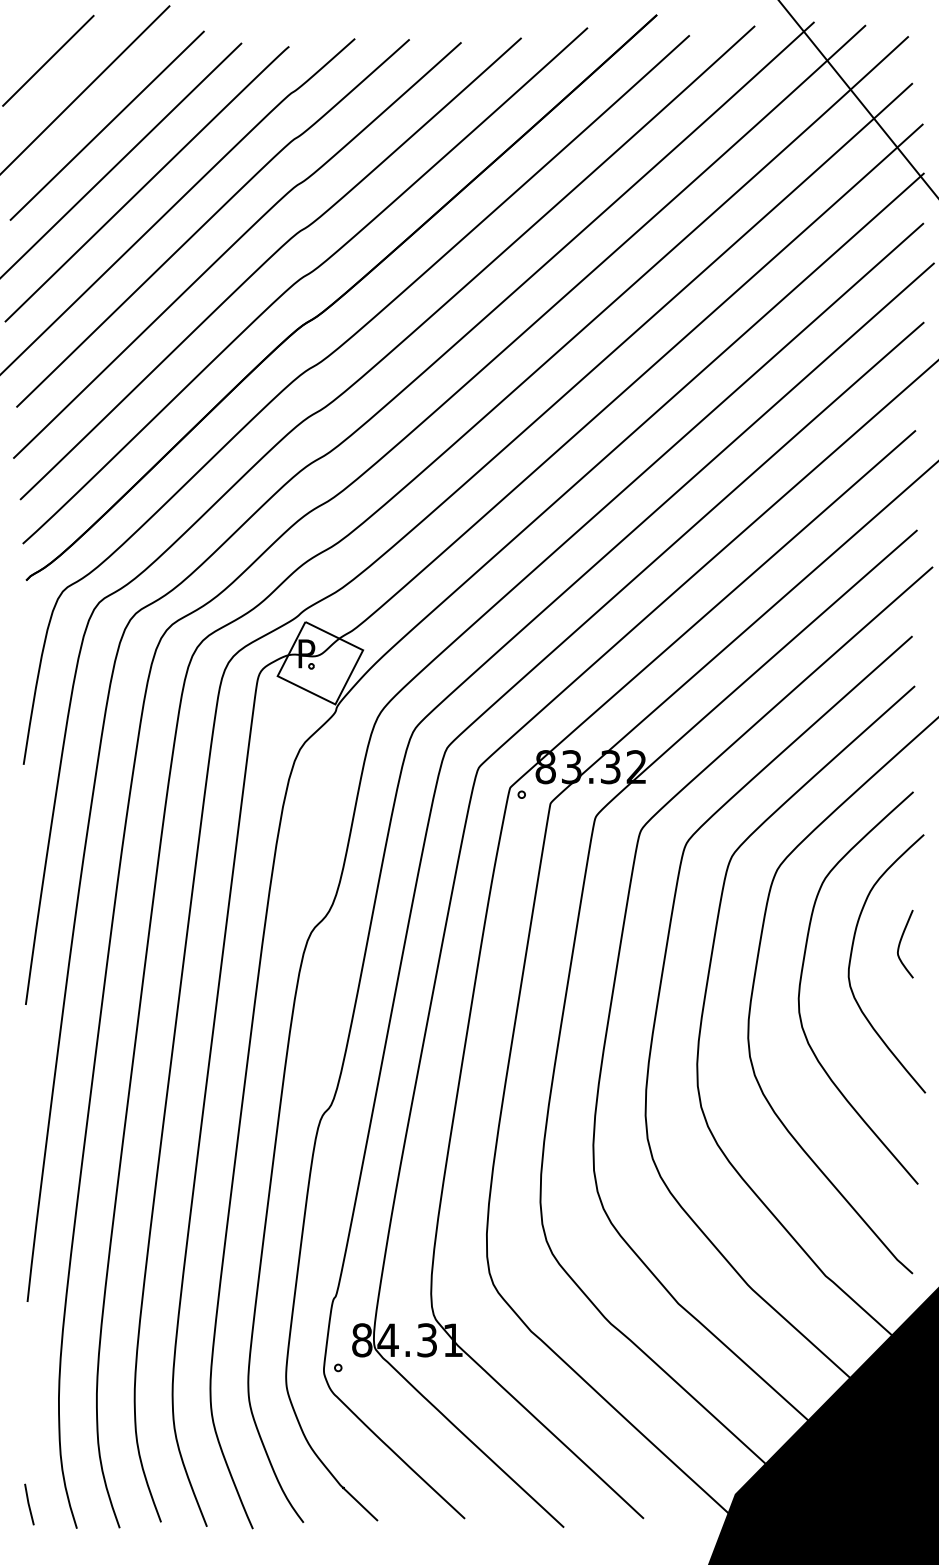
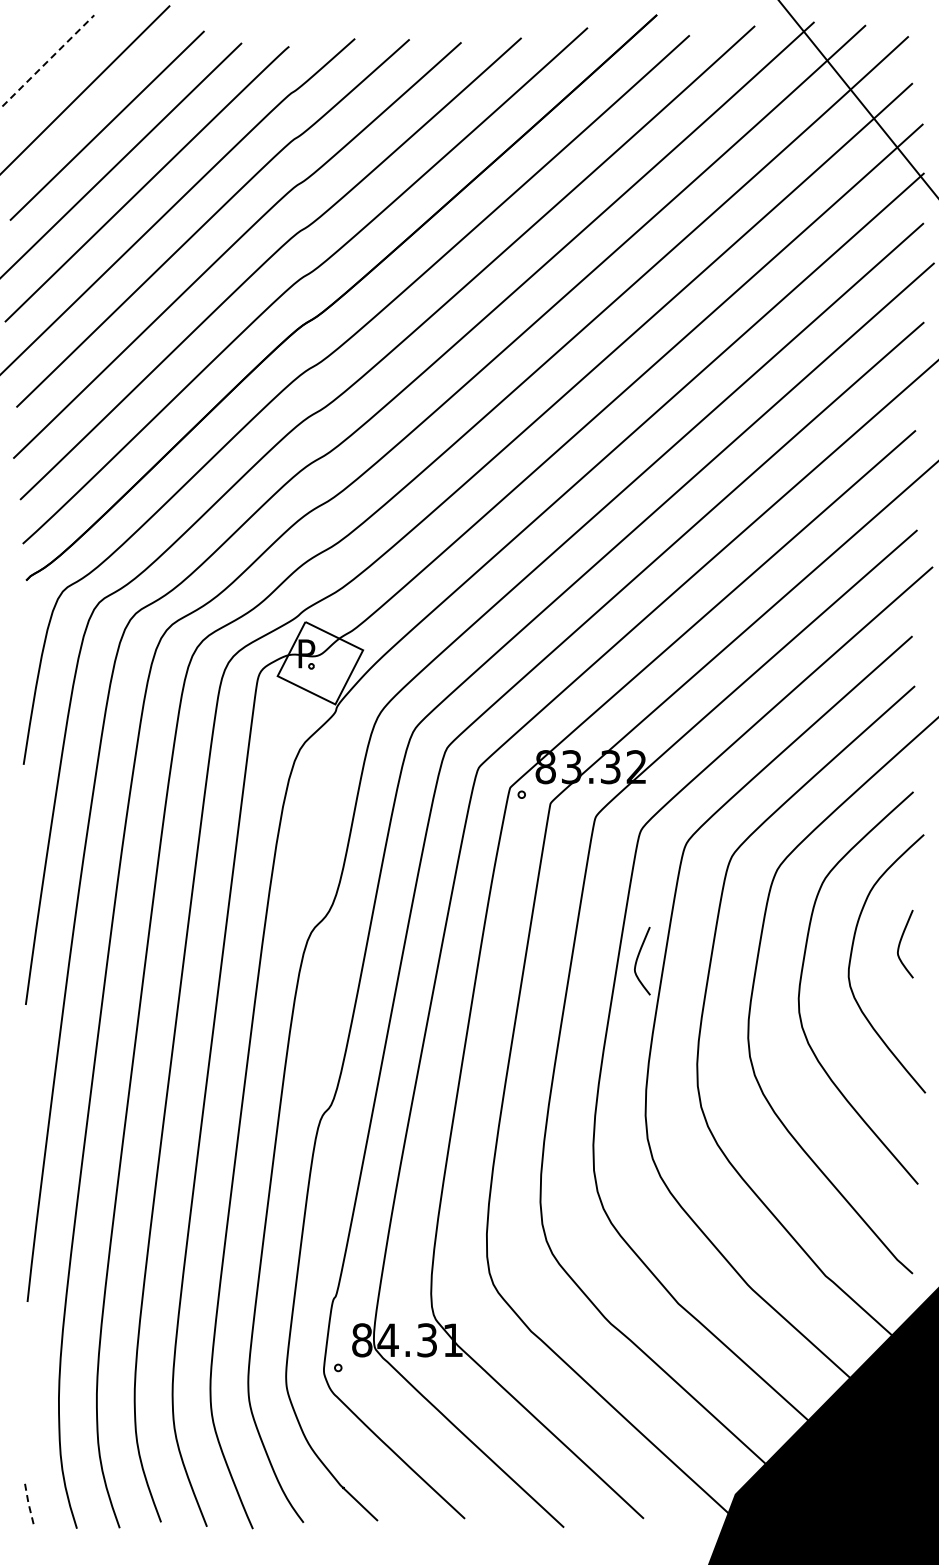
line at (48, 60): solid -> dashed
curve at (638, 958): none -> present
line at (28, 1504): solid -> dashed
